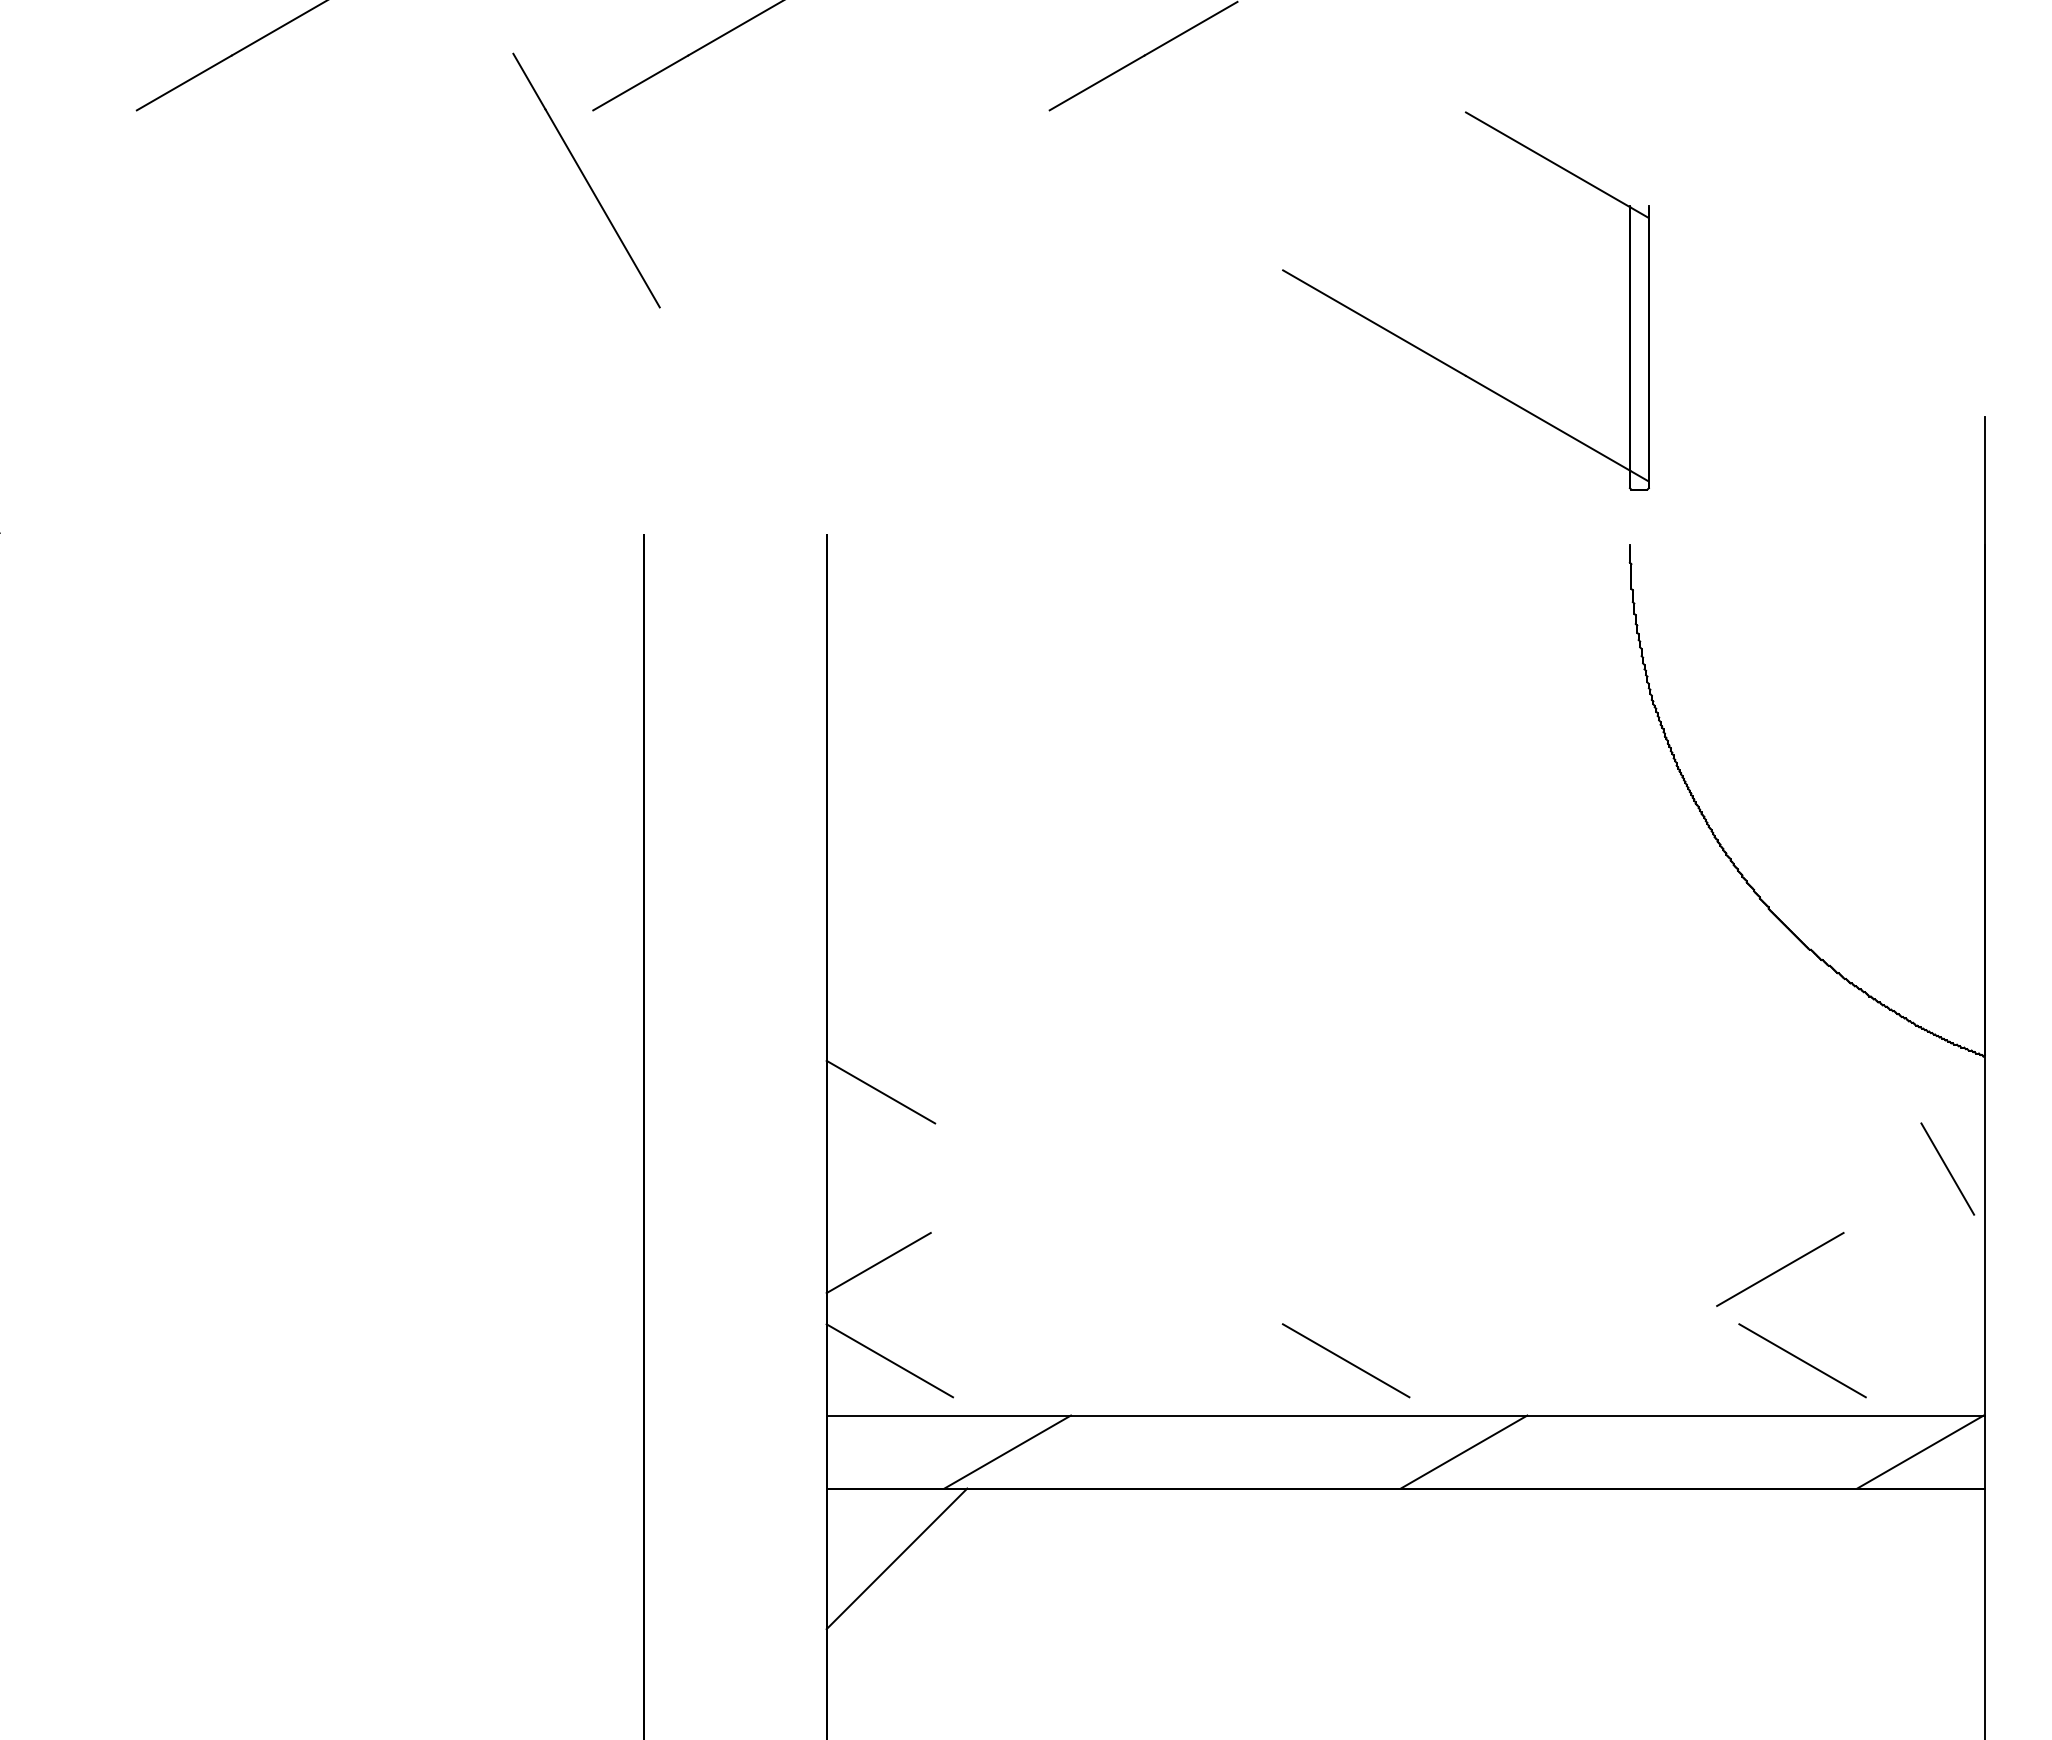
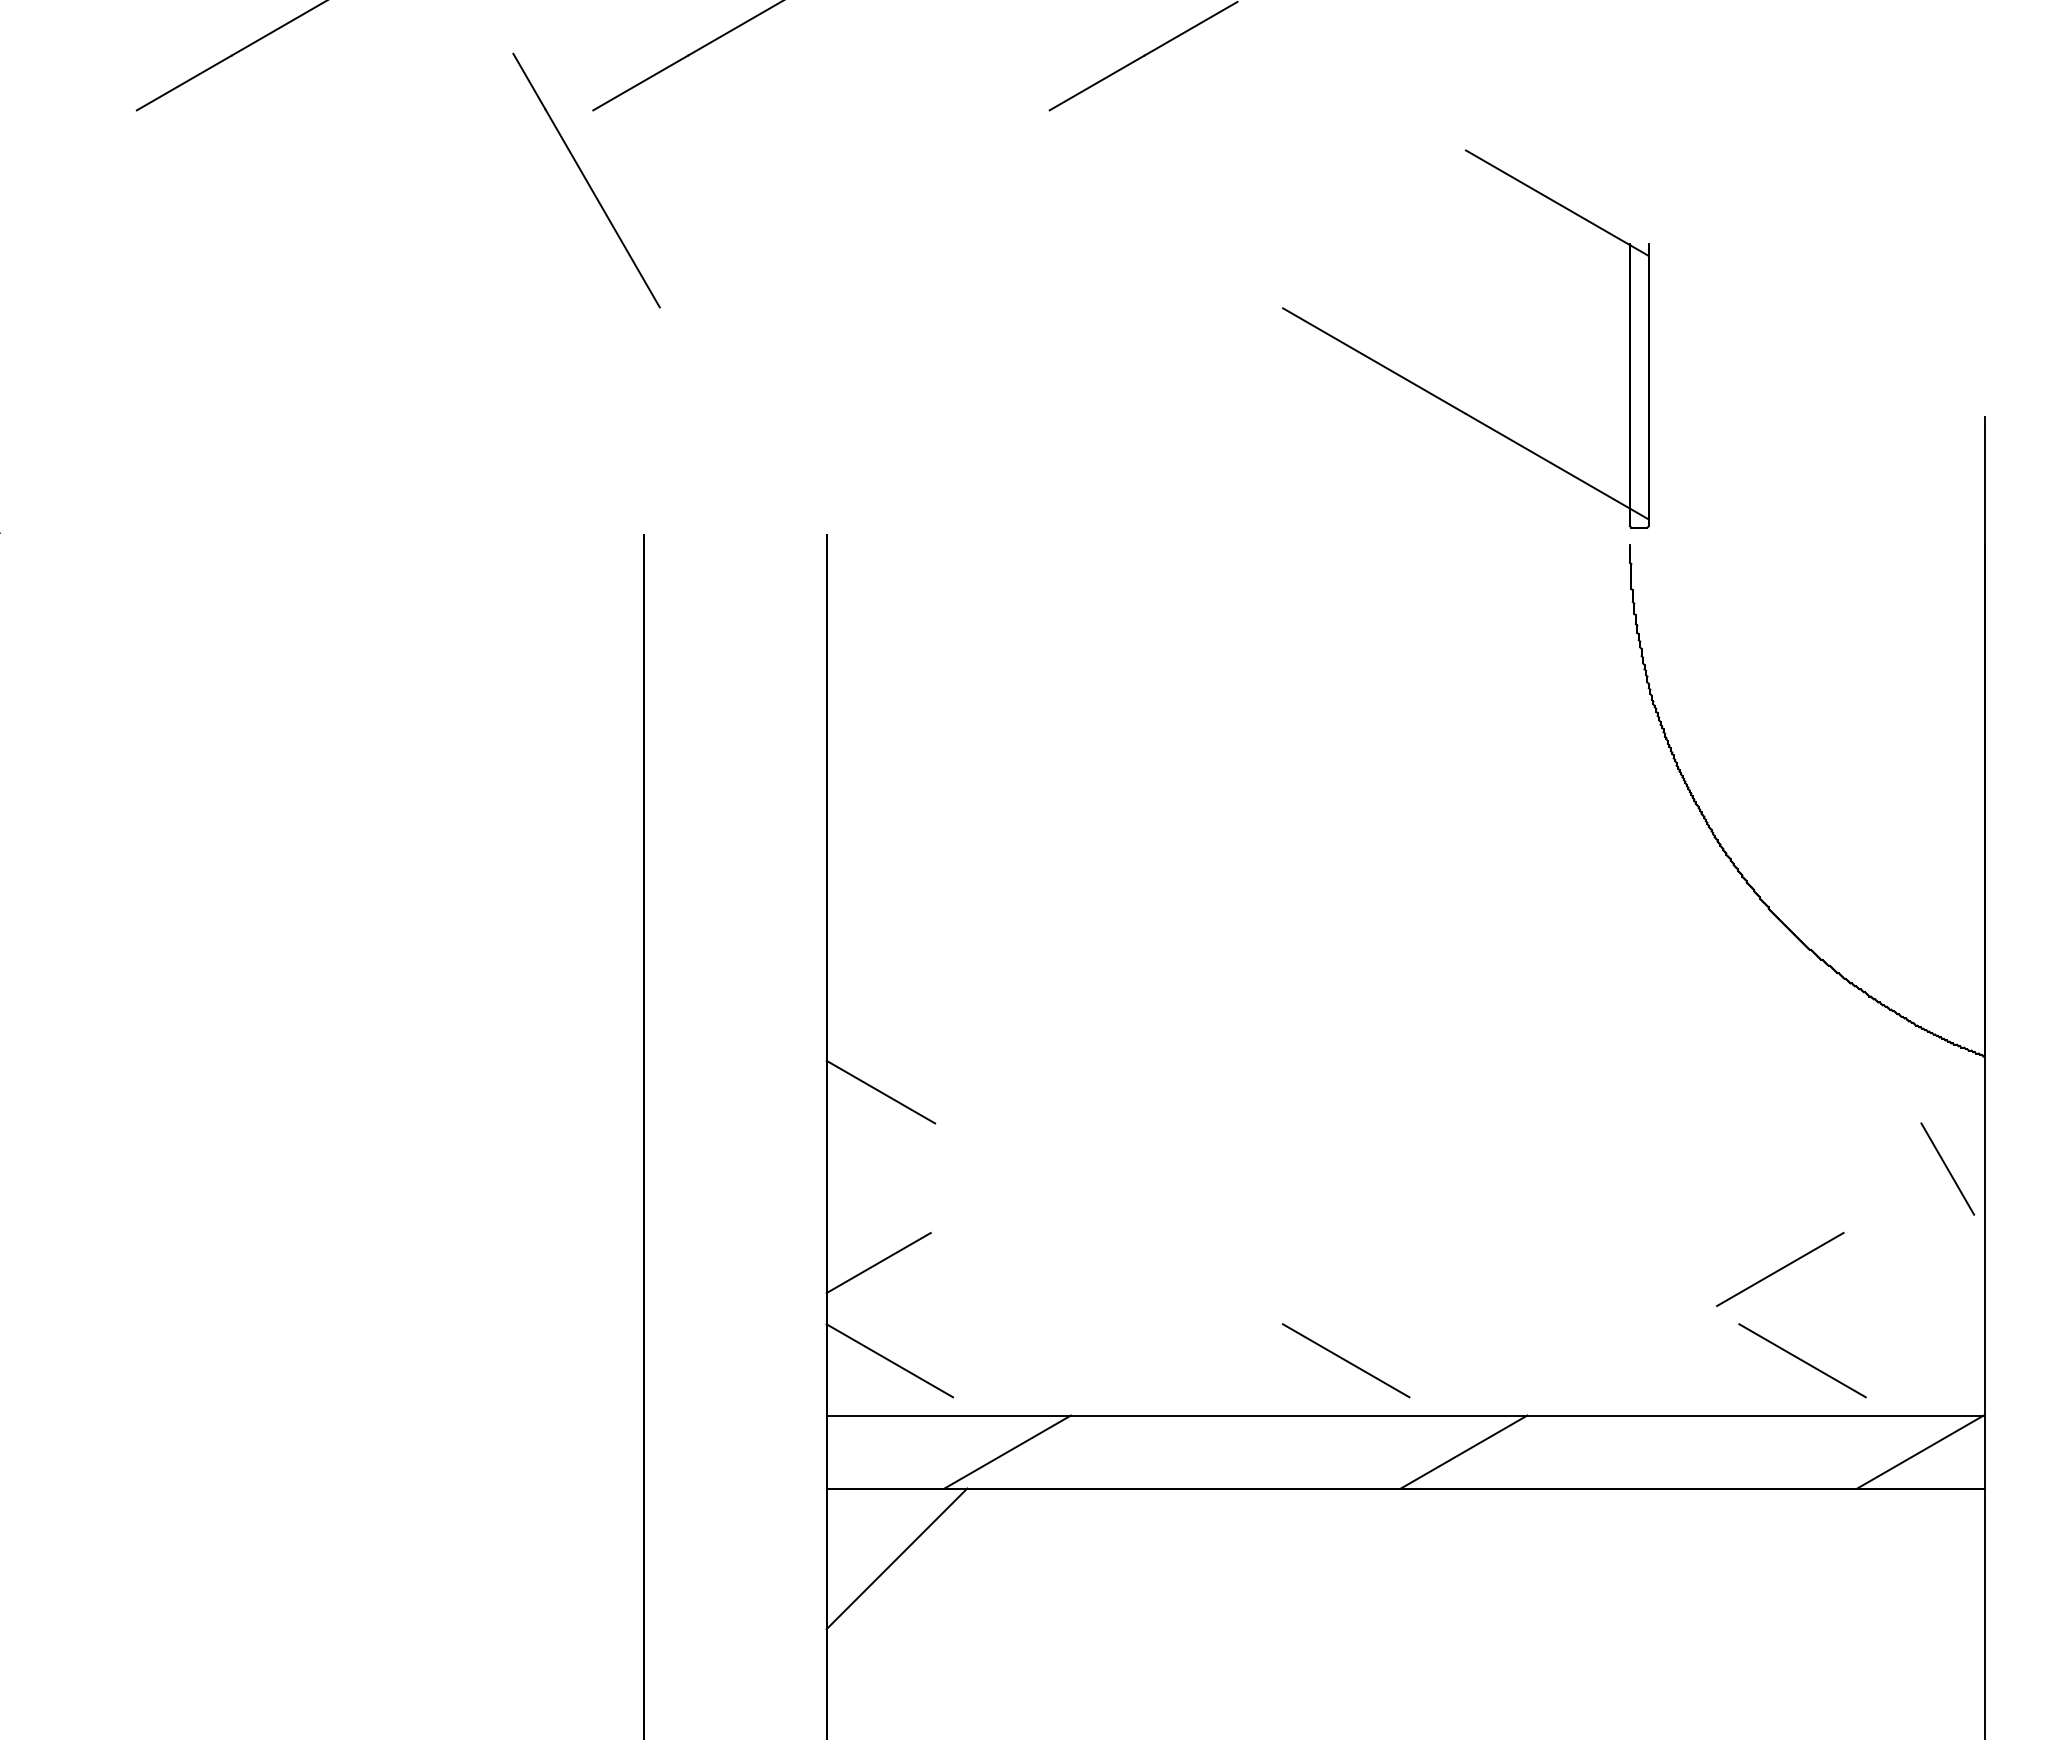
part at (1431, 354) position: (1431, 354) -> (1431, 392)
